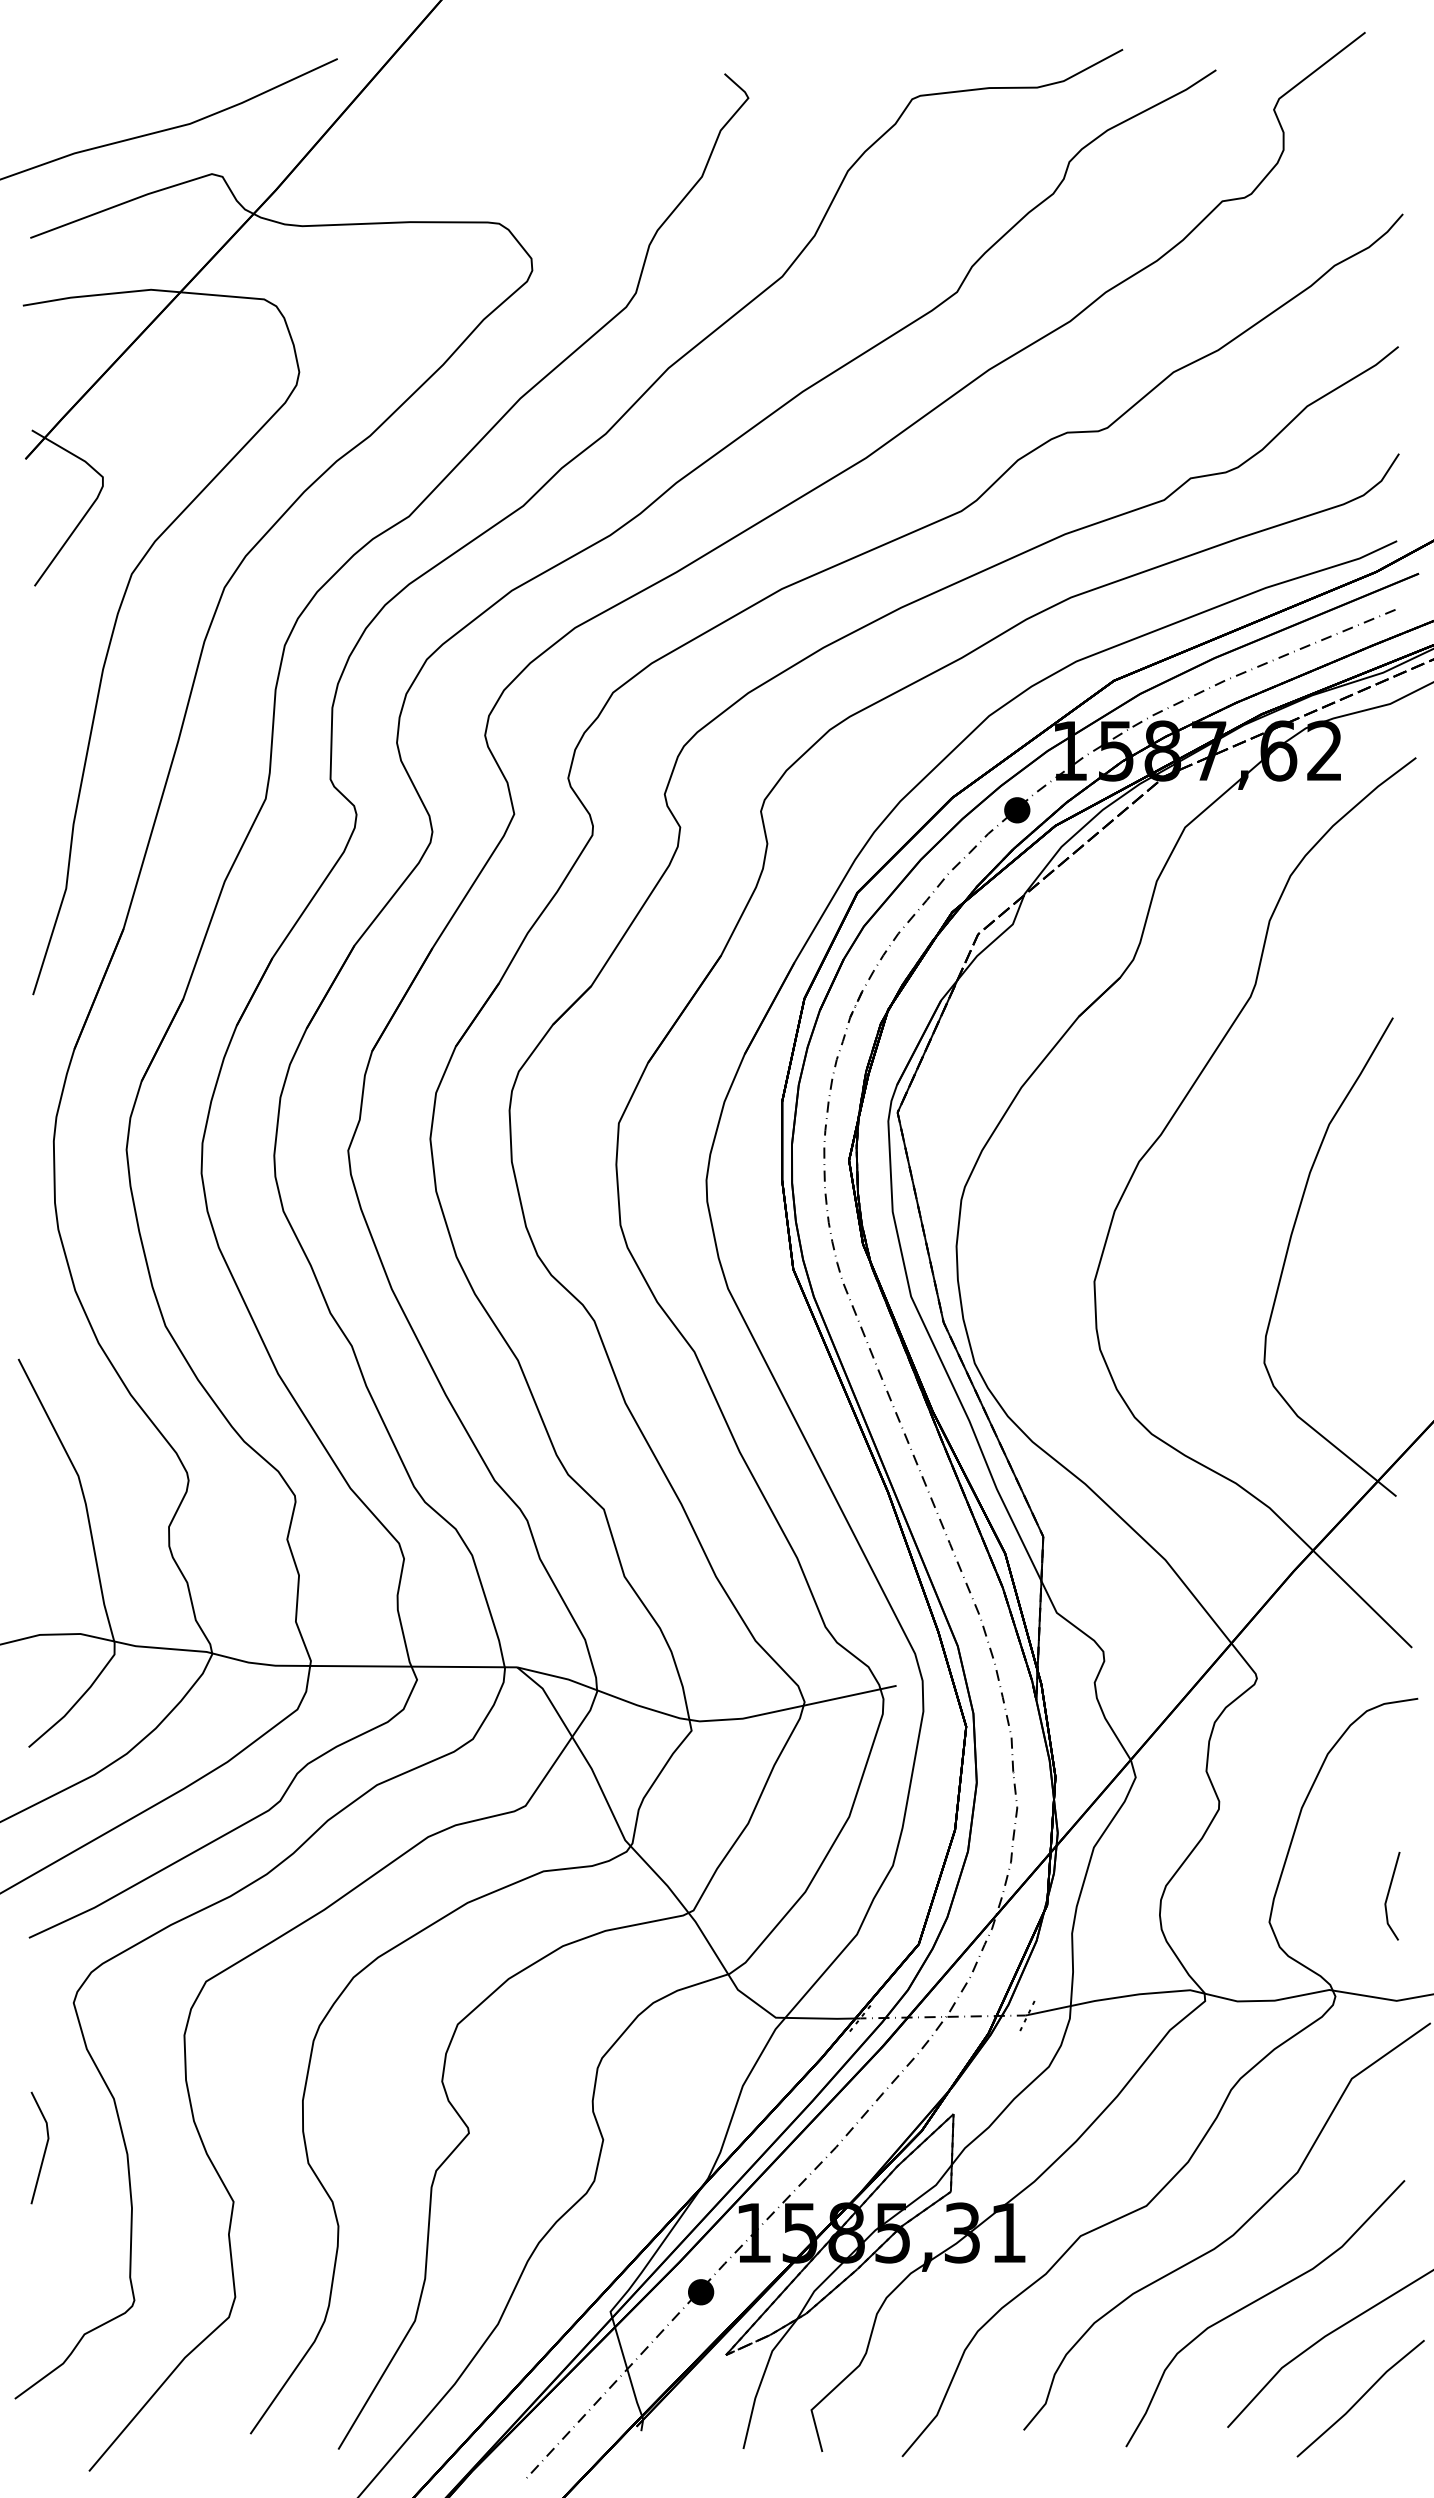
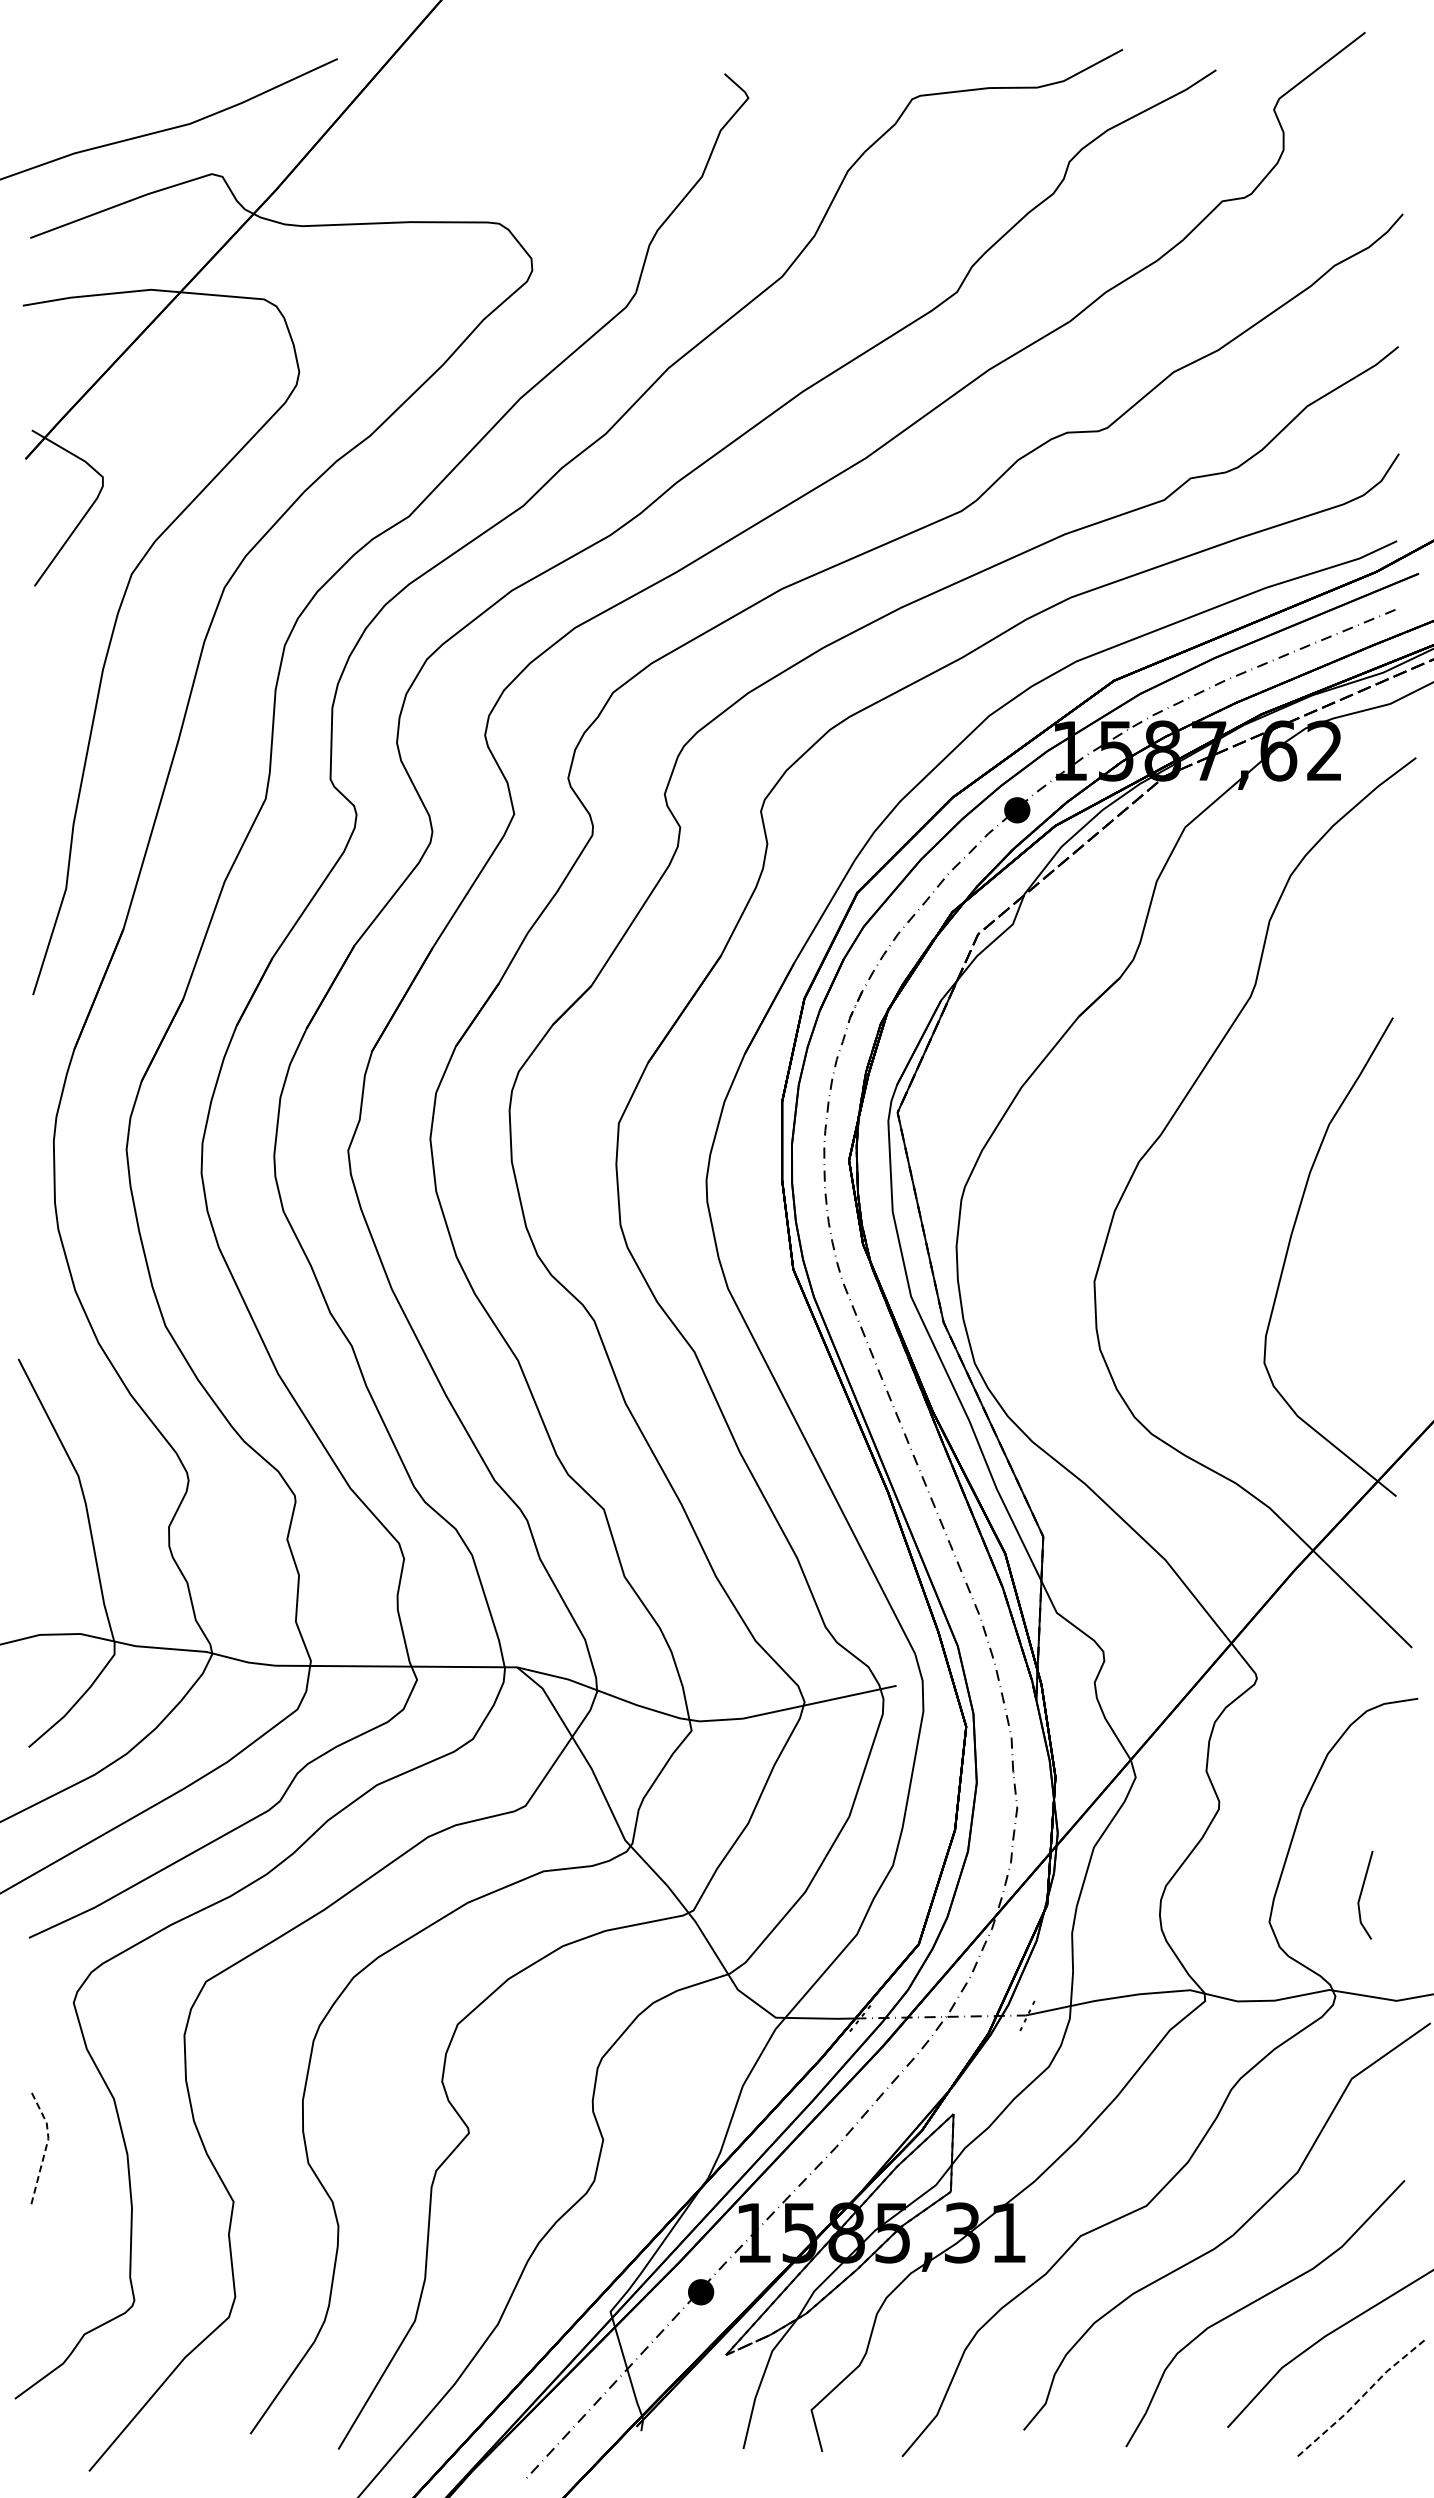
line at (1389, 1893) position: (1389, 1893) -> (1362, 1892)
line at (46, 2145): solid -> dashed
line at (1360, 2398): solid -> dashed
